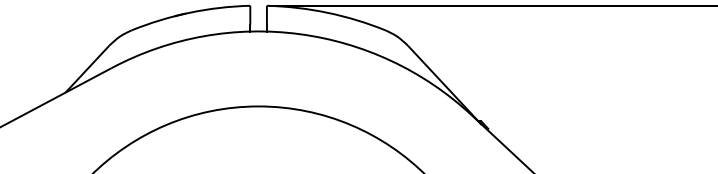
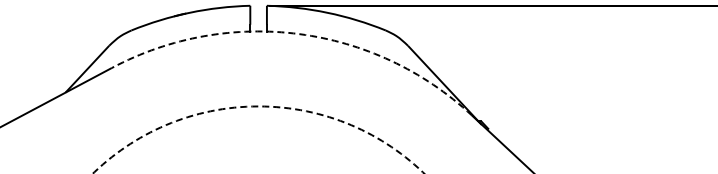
arc at (299, 34): solid -> dashed
arc at (258, 106): solid -> dashed
